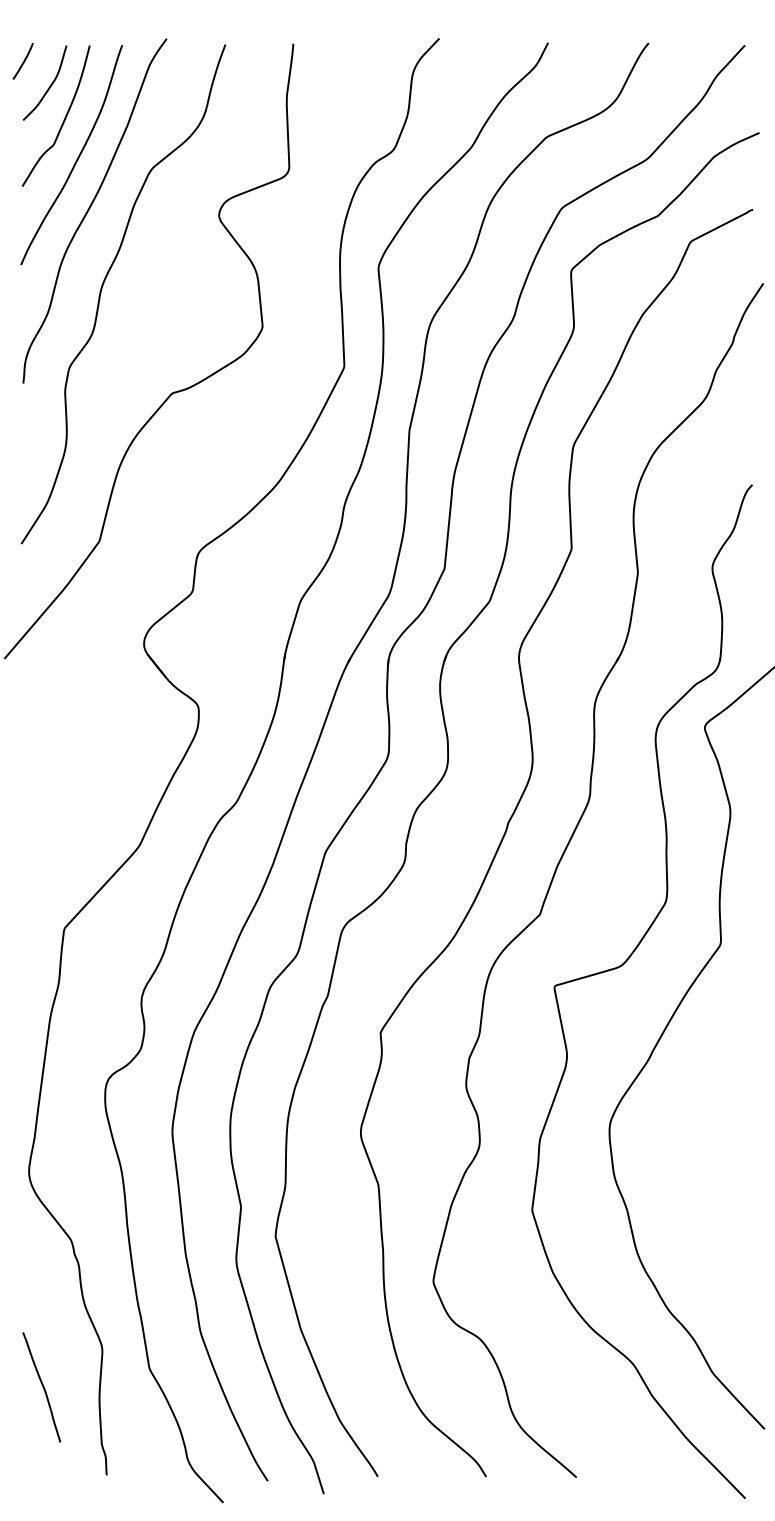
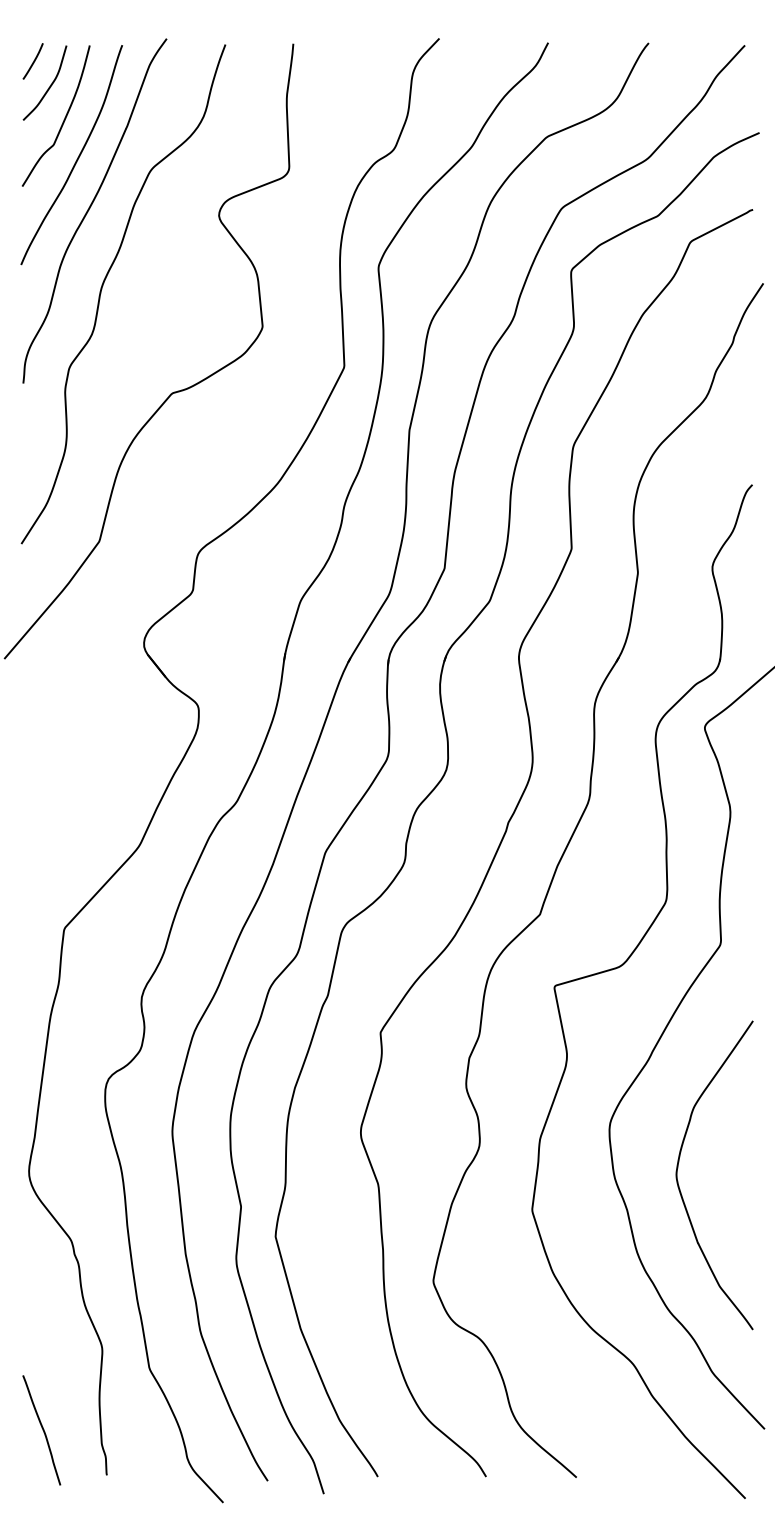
line at (23, 61) position: (23, 61) -> (33, 61)
curve at (679, 1185): none -> present
curve at (42, 1387) position: (42, 1387) -> (42, 1430)
